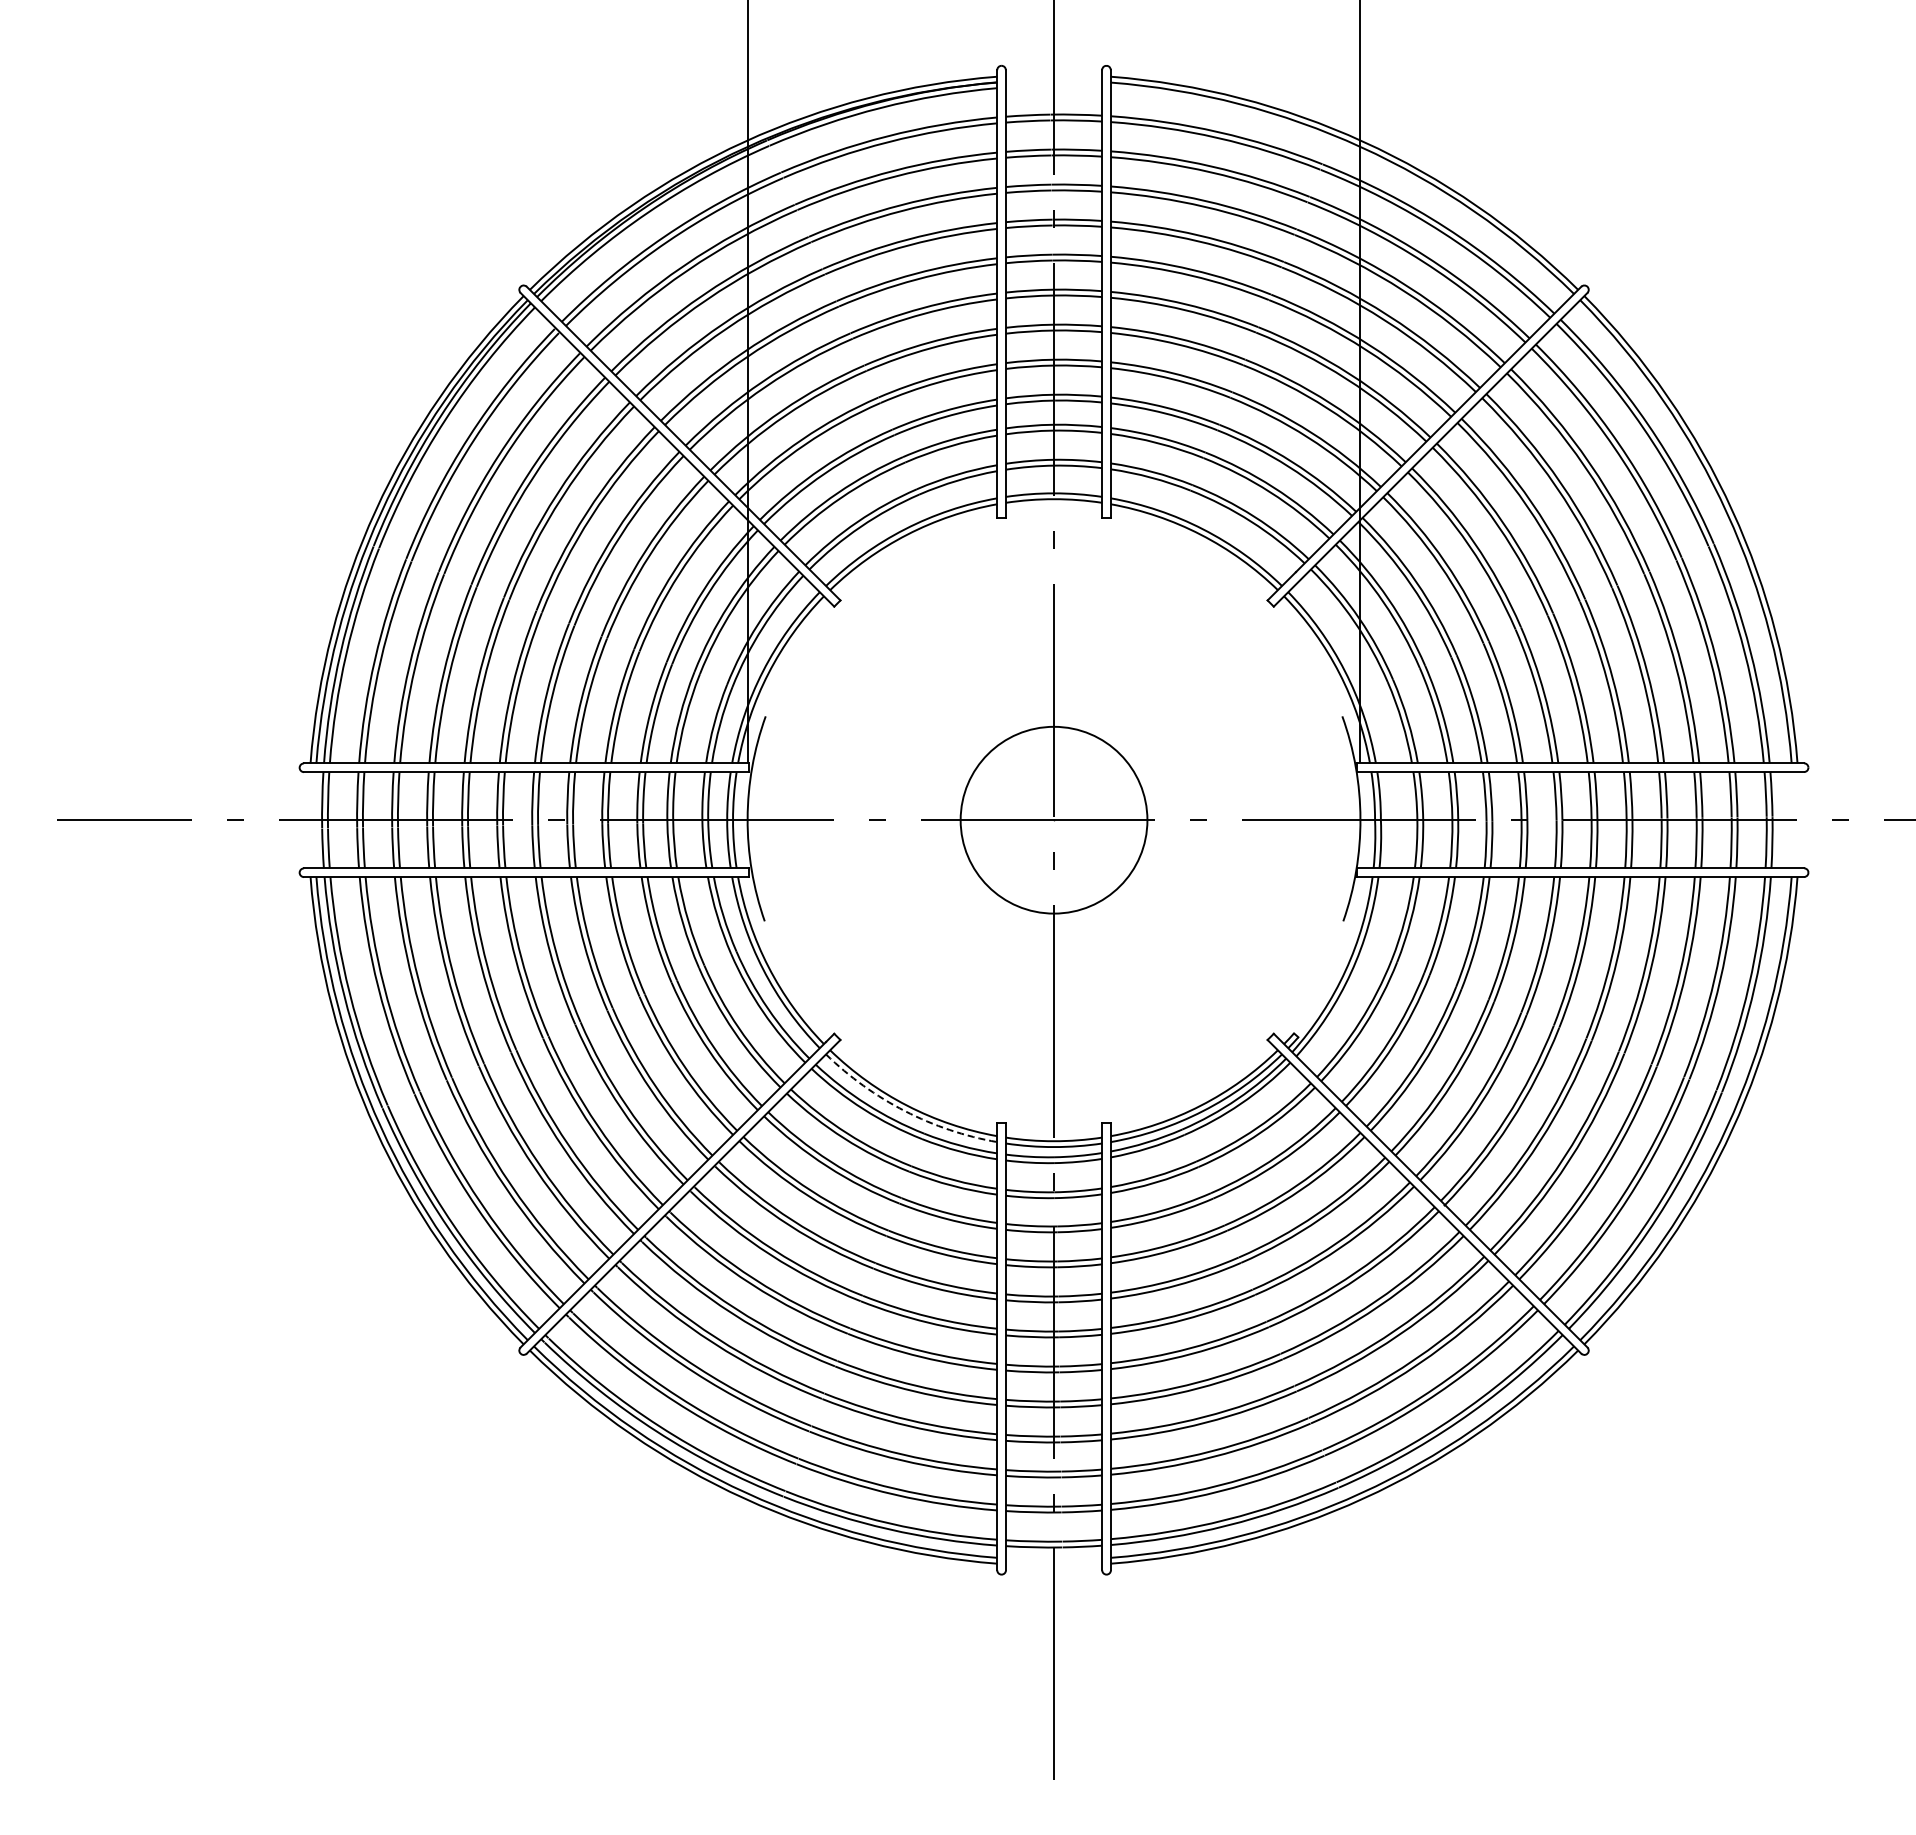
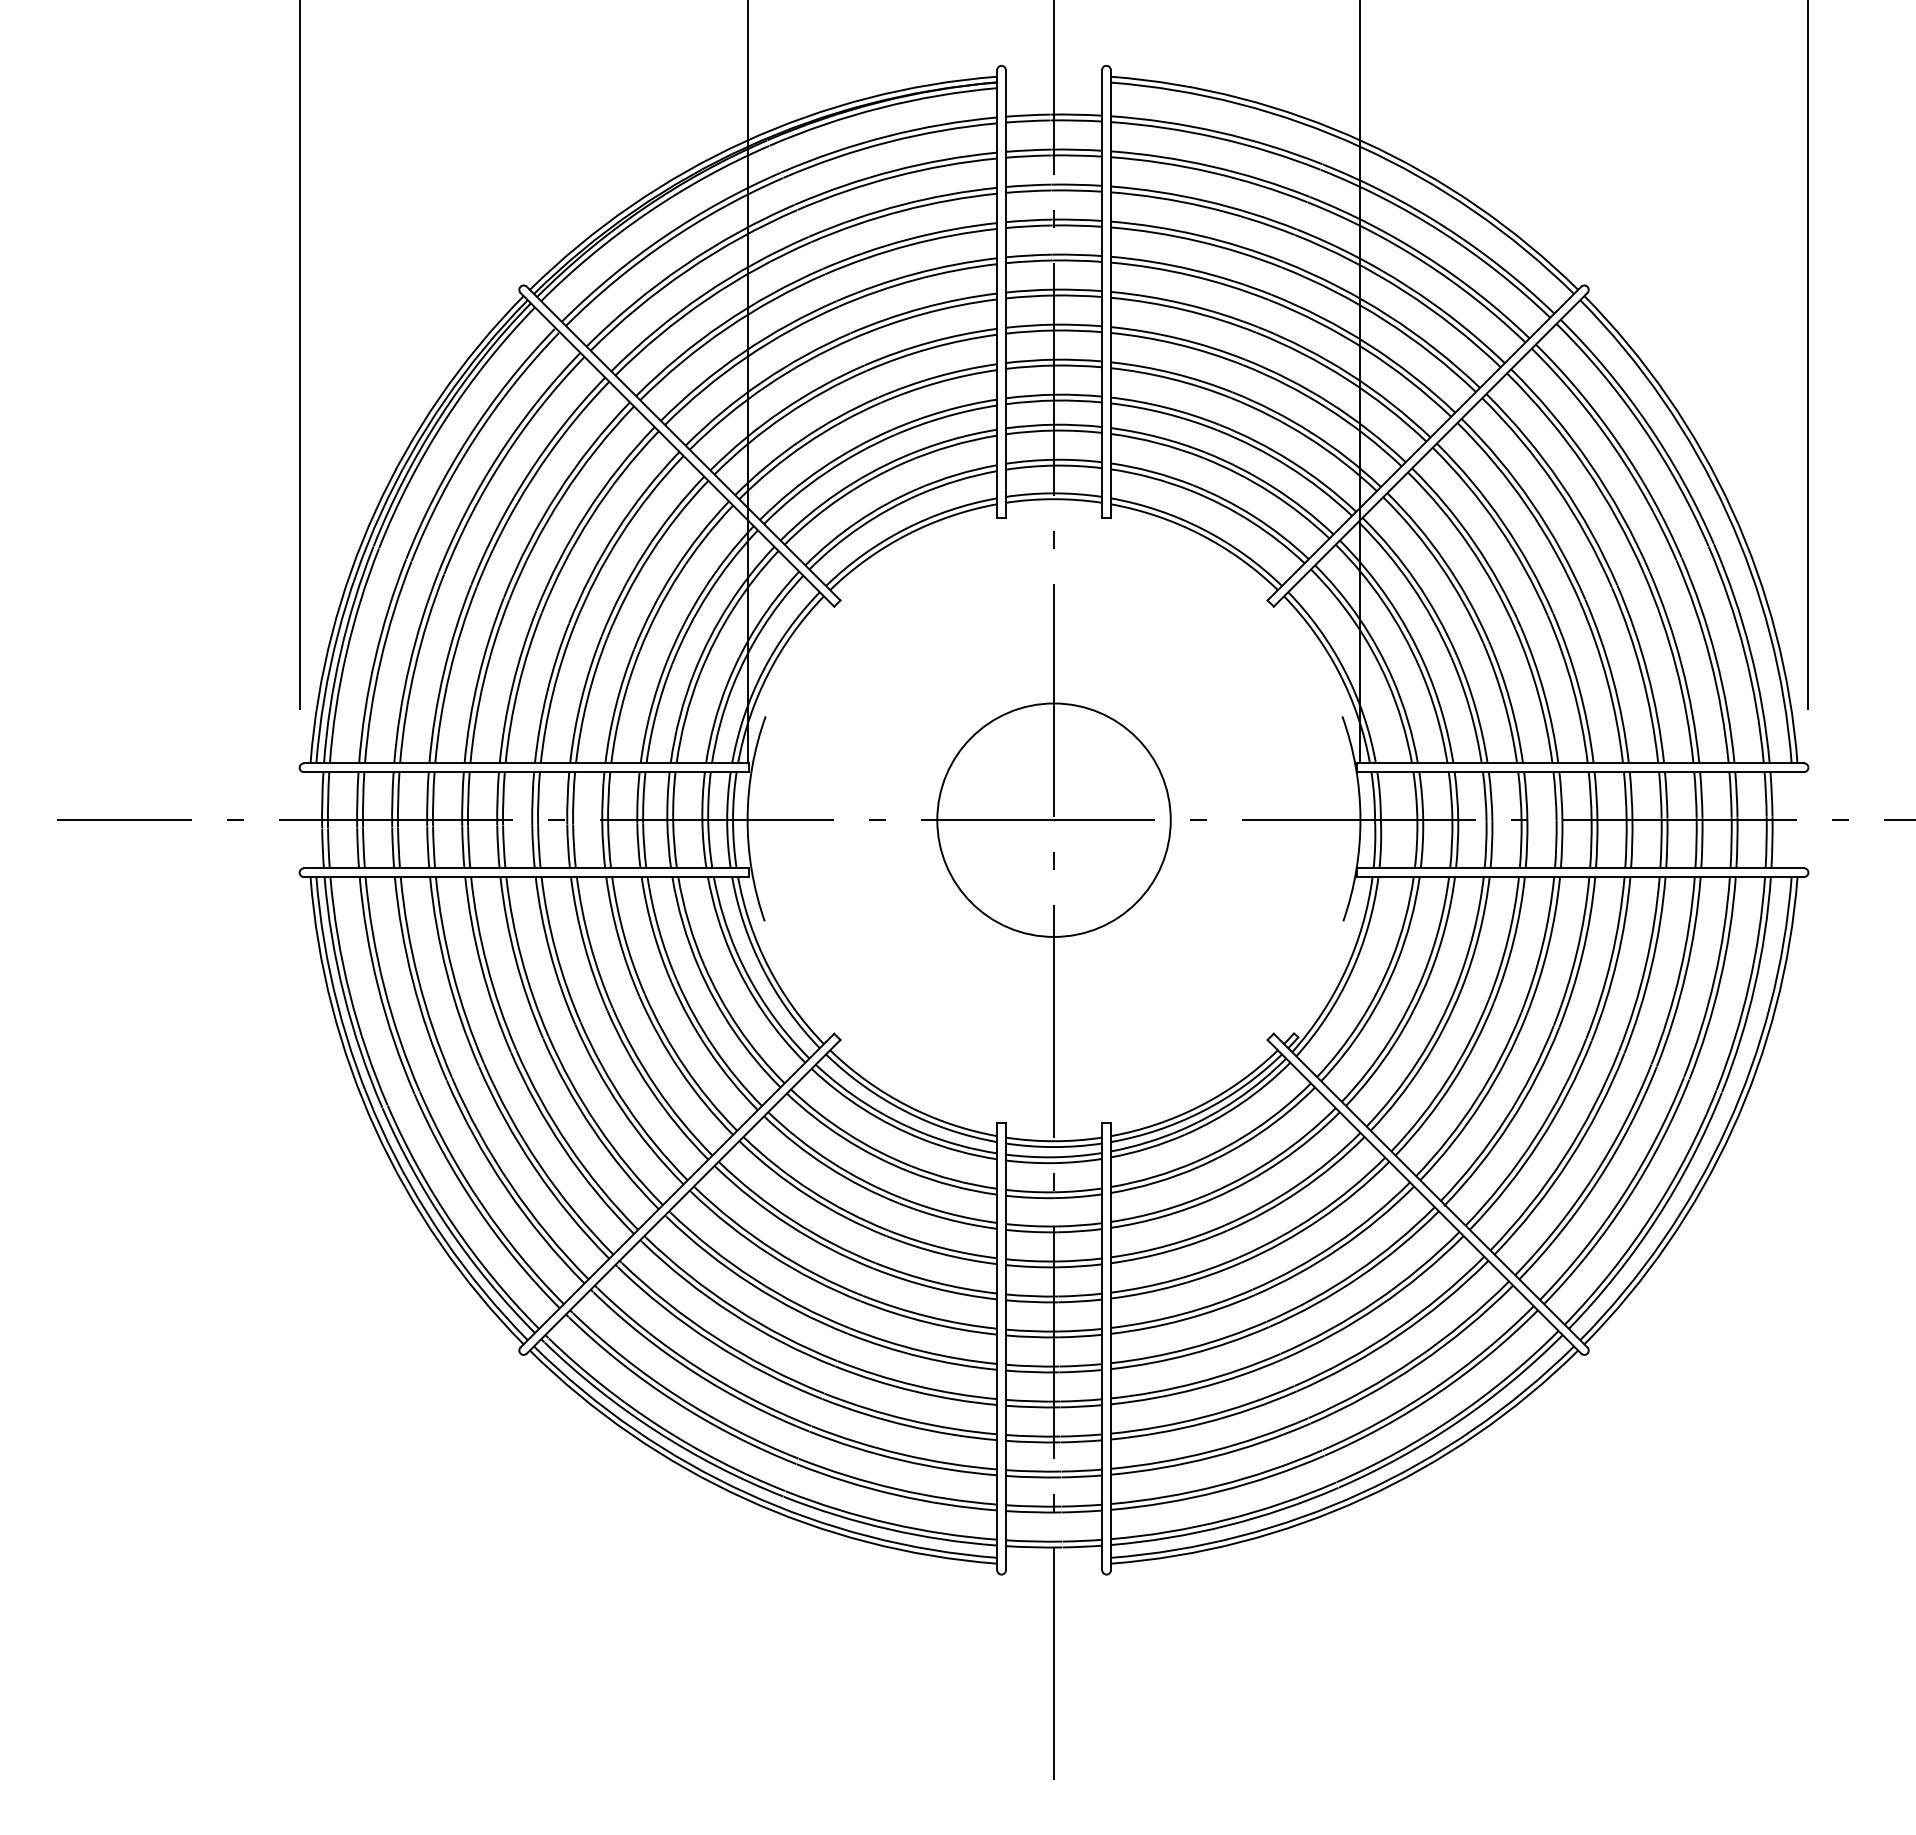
line at (299, 355): none -> present
line at (1808, 355): none -> present
circle at (1053, 819) diameter: 187 px -> 233 px
arc at (905, 1111): dashed -> solid
